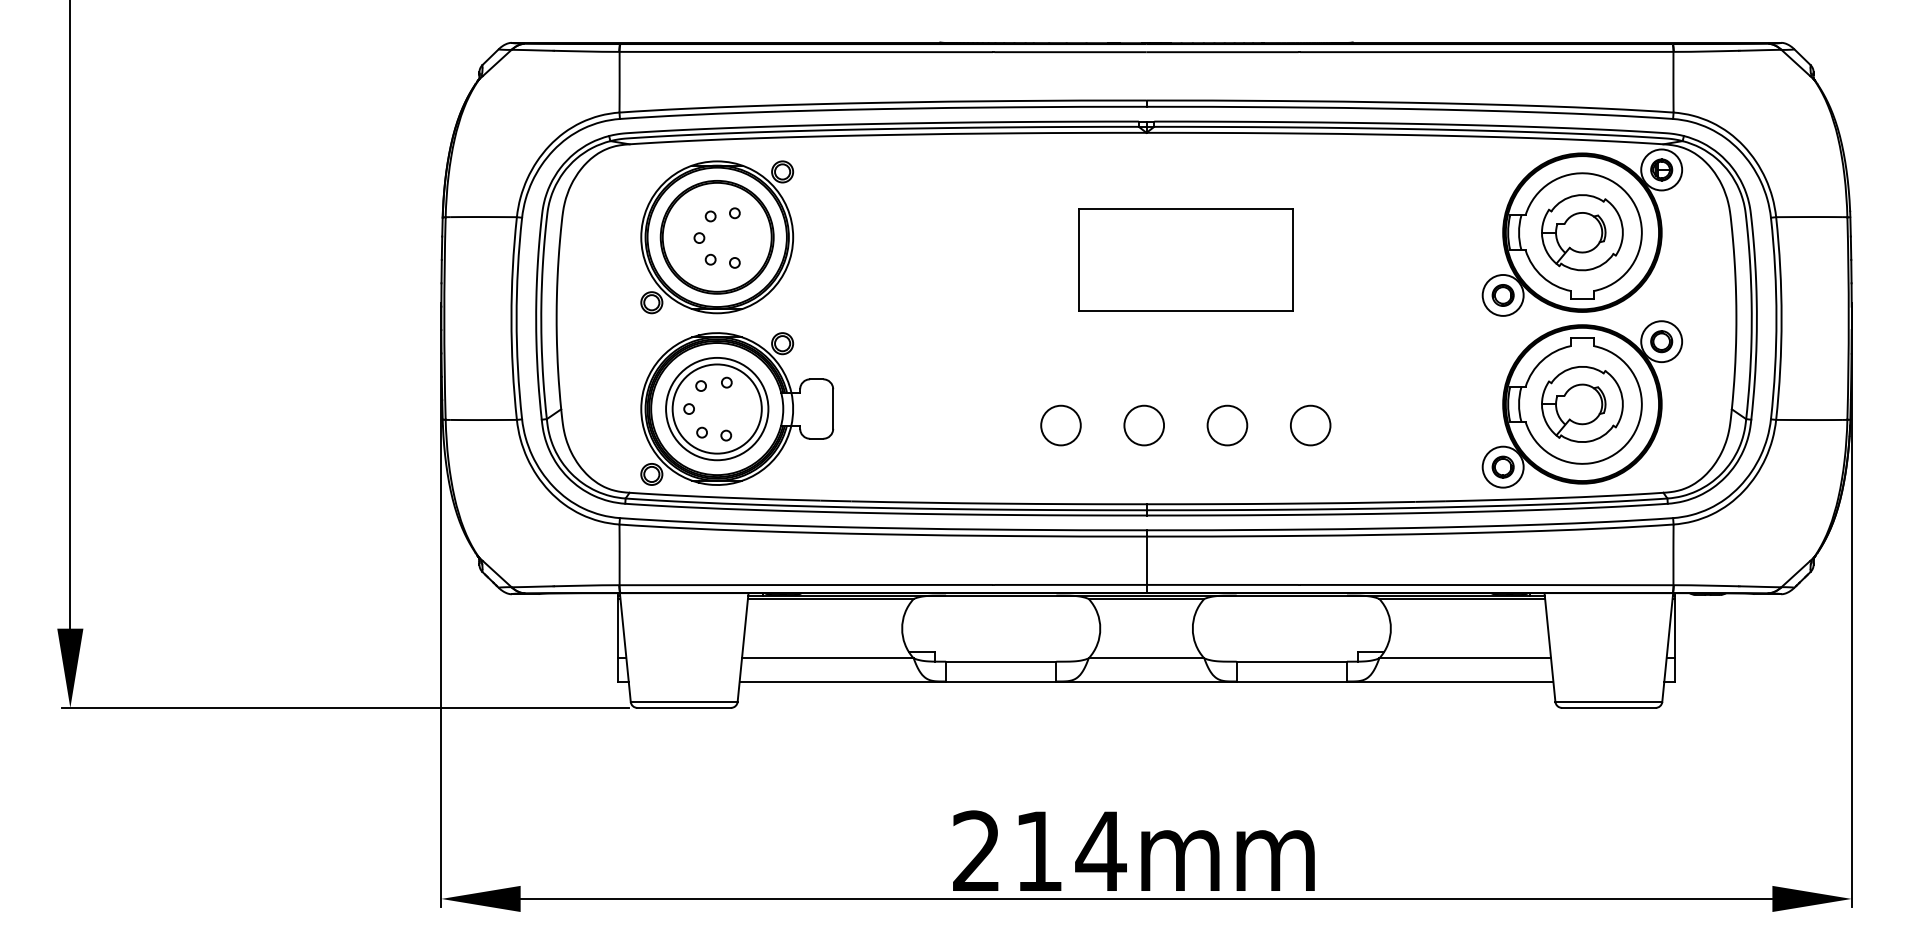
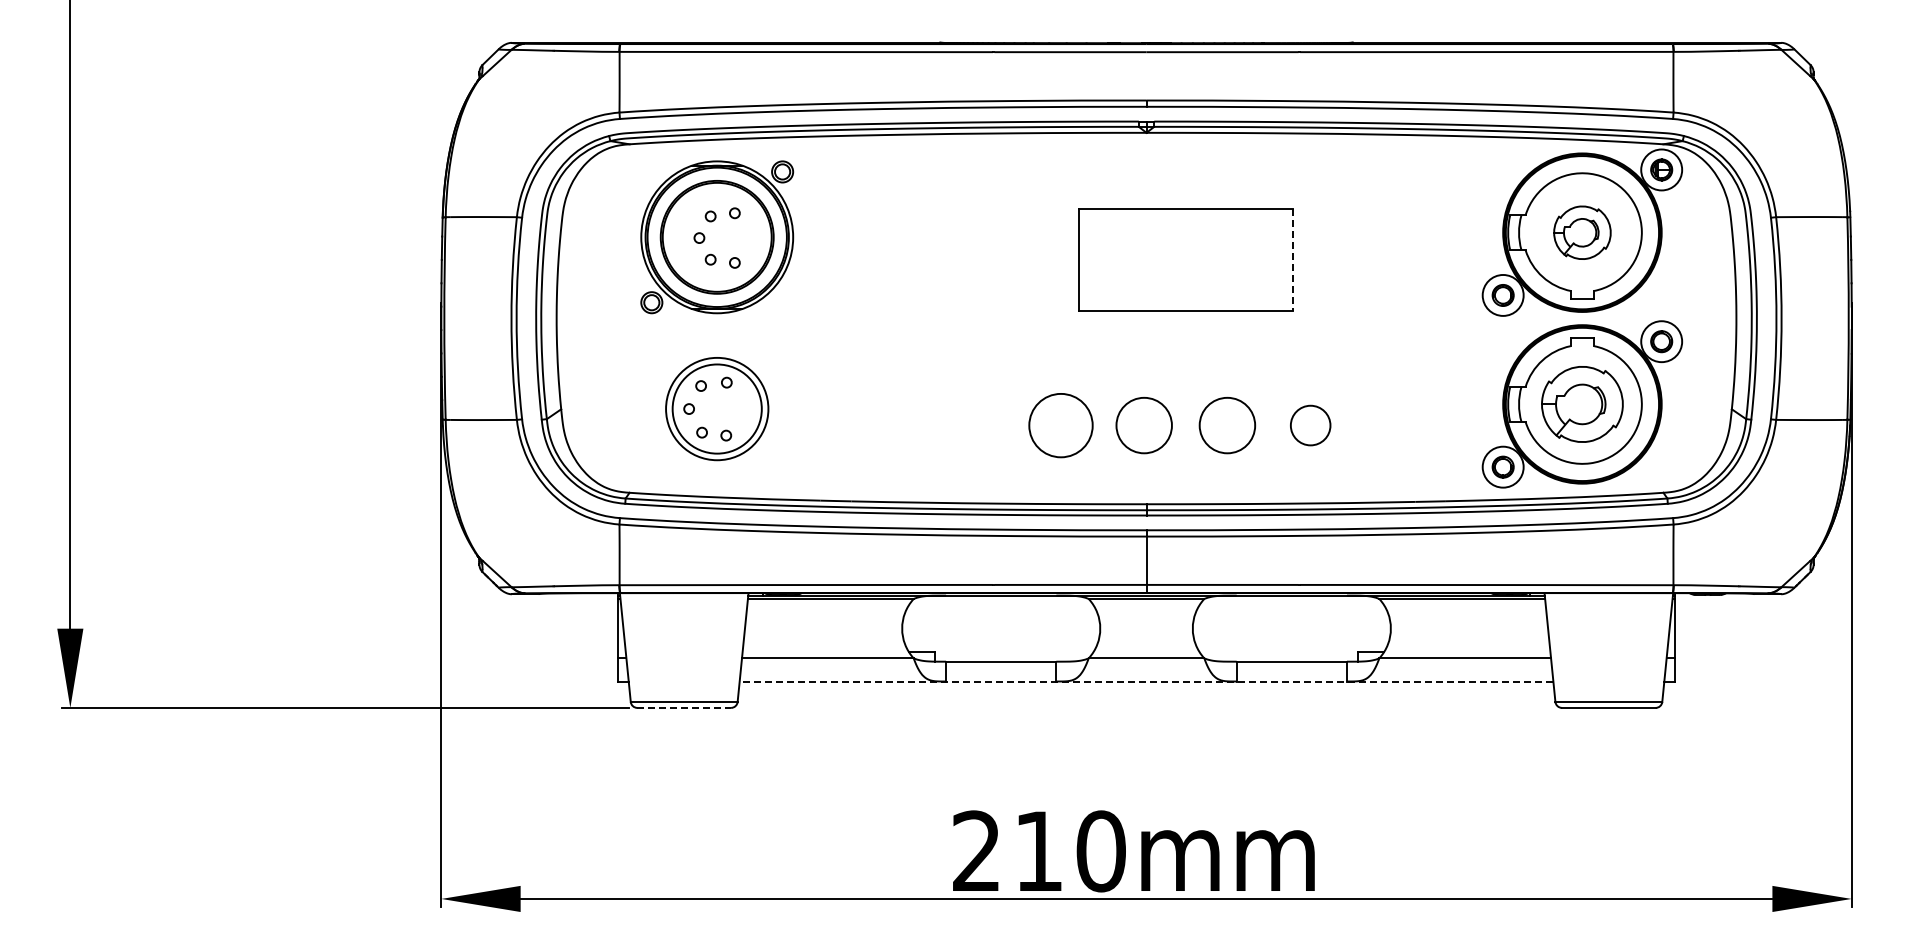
part at (1582, 232) size: 83x78 px -> 59x55 px
line at (1293, 260): solid -> dashed
part at (737, 408): present -> none
circle at (1060, 425) size: 42x43 px -> 66x66 px
circle at (1144, 425) diameter: 40 px -> 55 px
circle at (1227, 425) diameter: 40 px -> 55 px
line at (1146, 681): solid -> dashed
line at (684, 707): solid -> dashed
text at (1100, 851): 214mm -> 210mm
